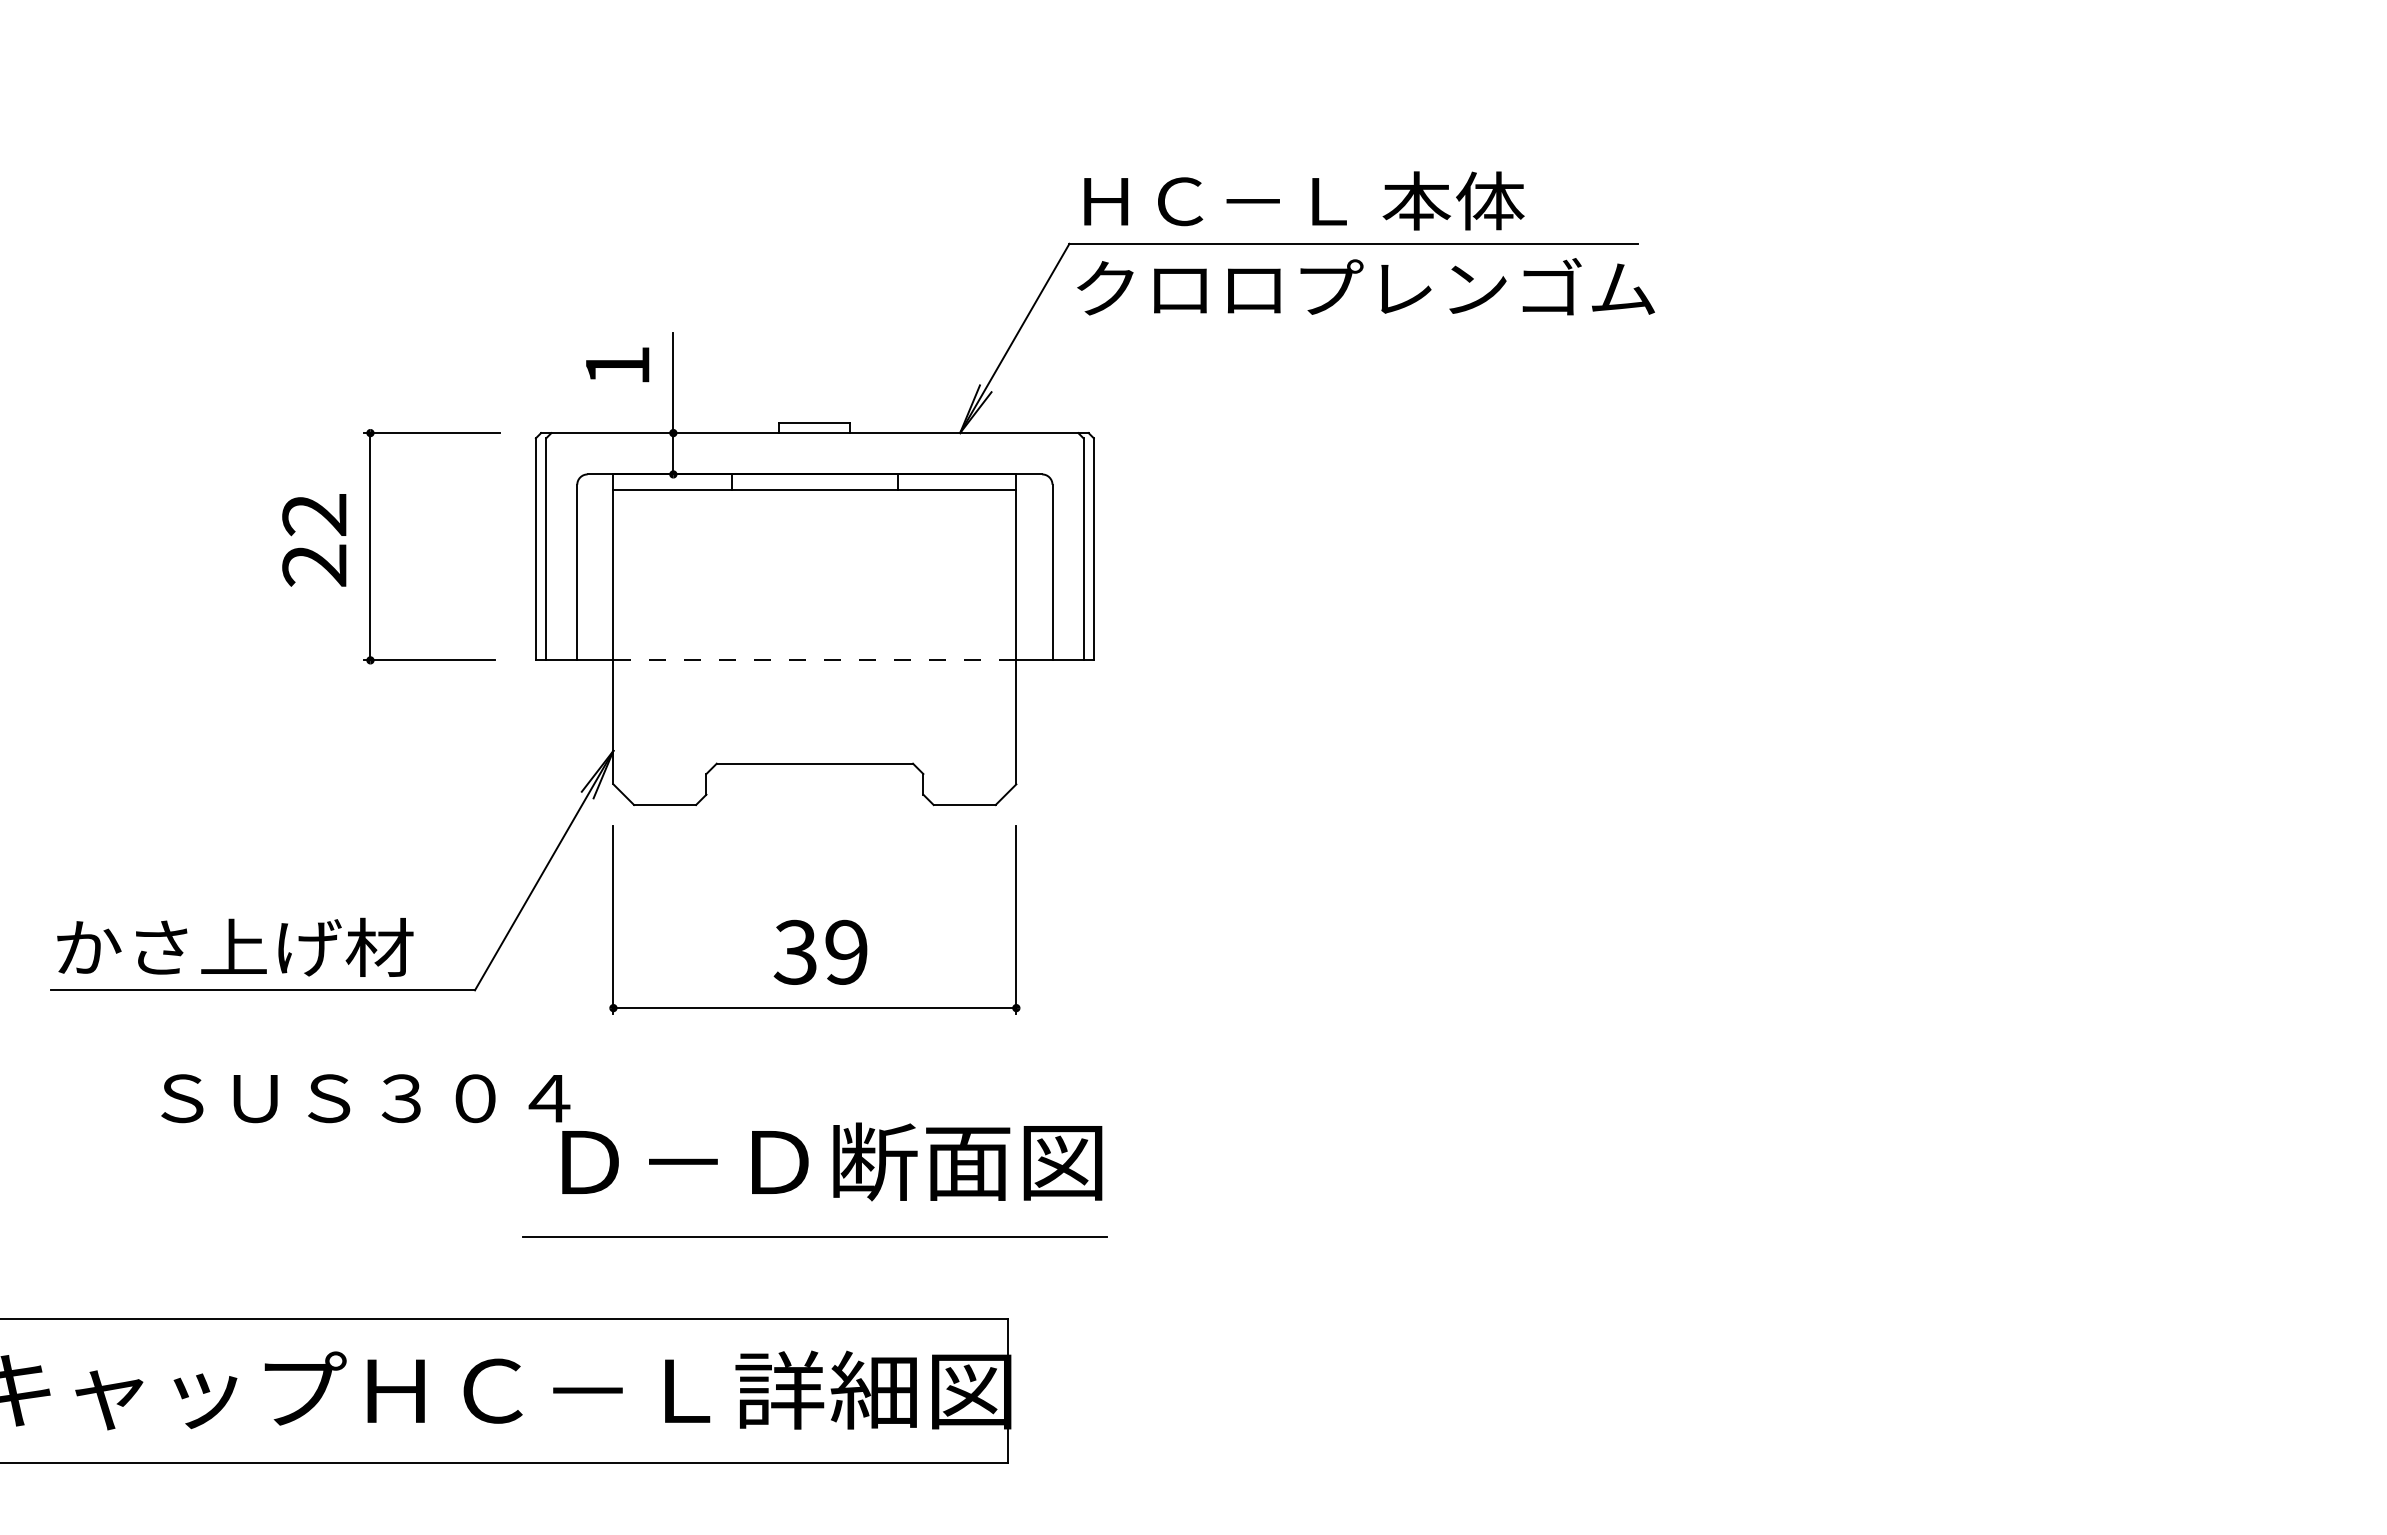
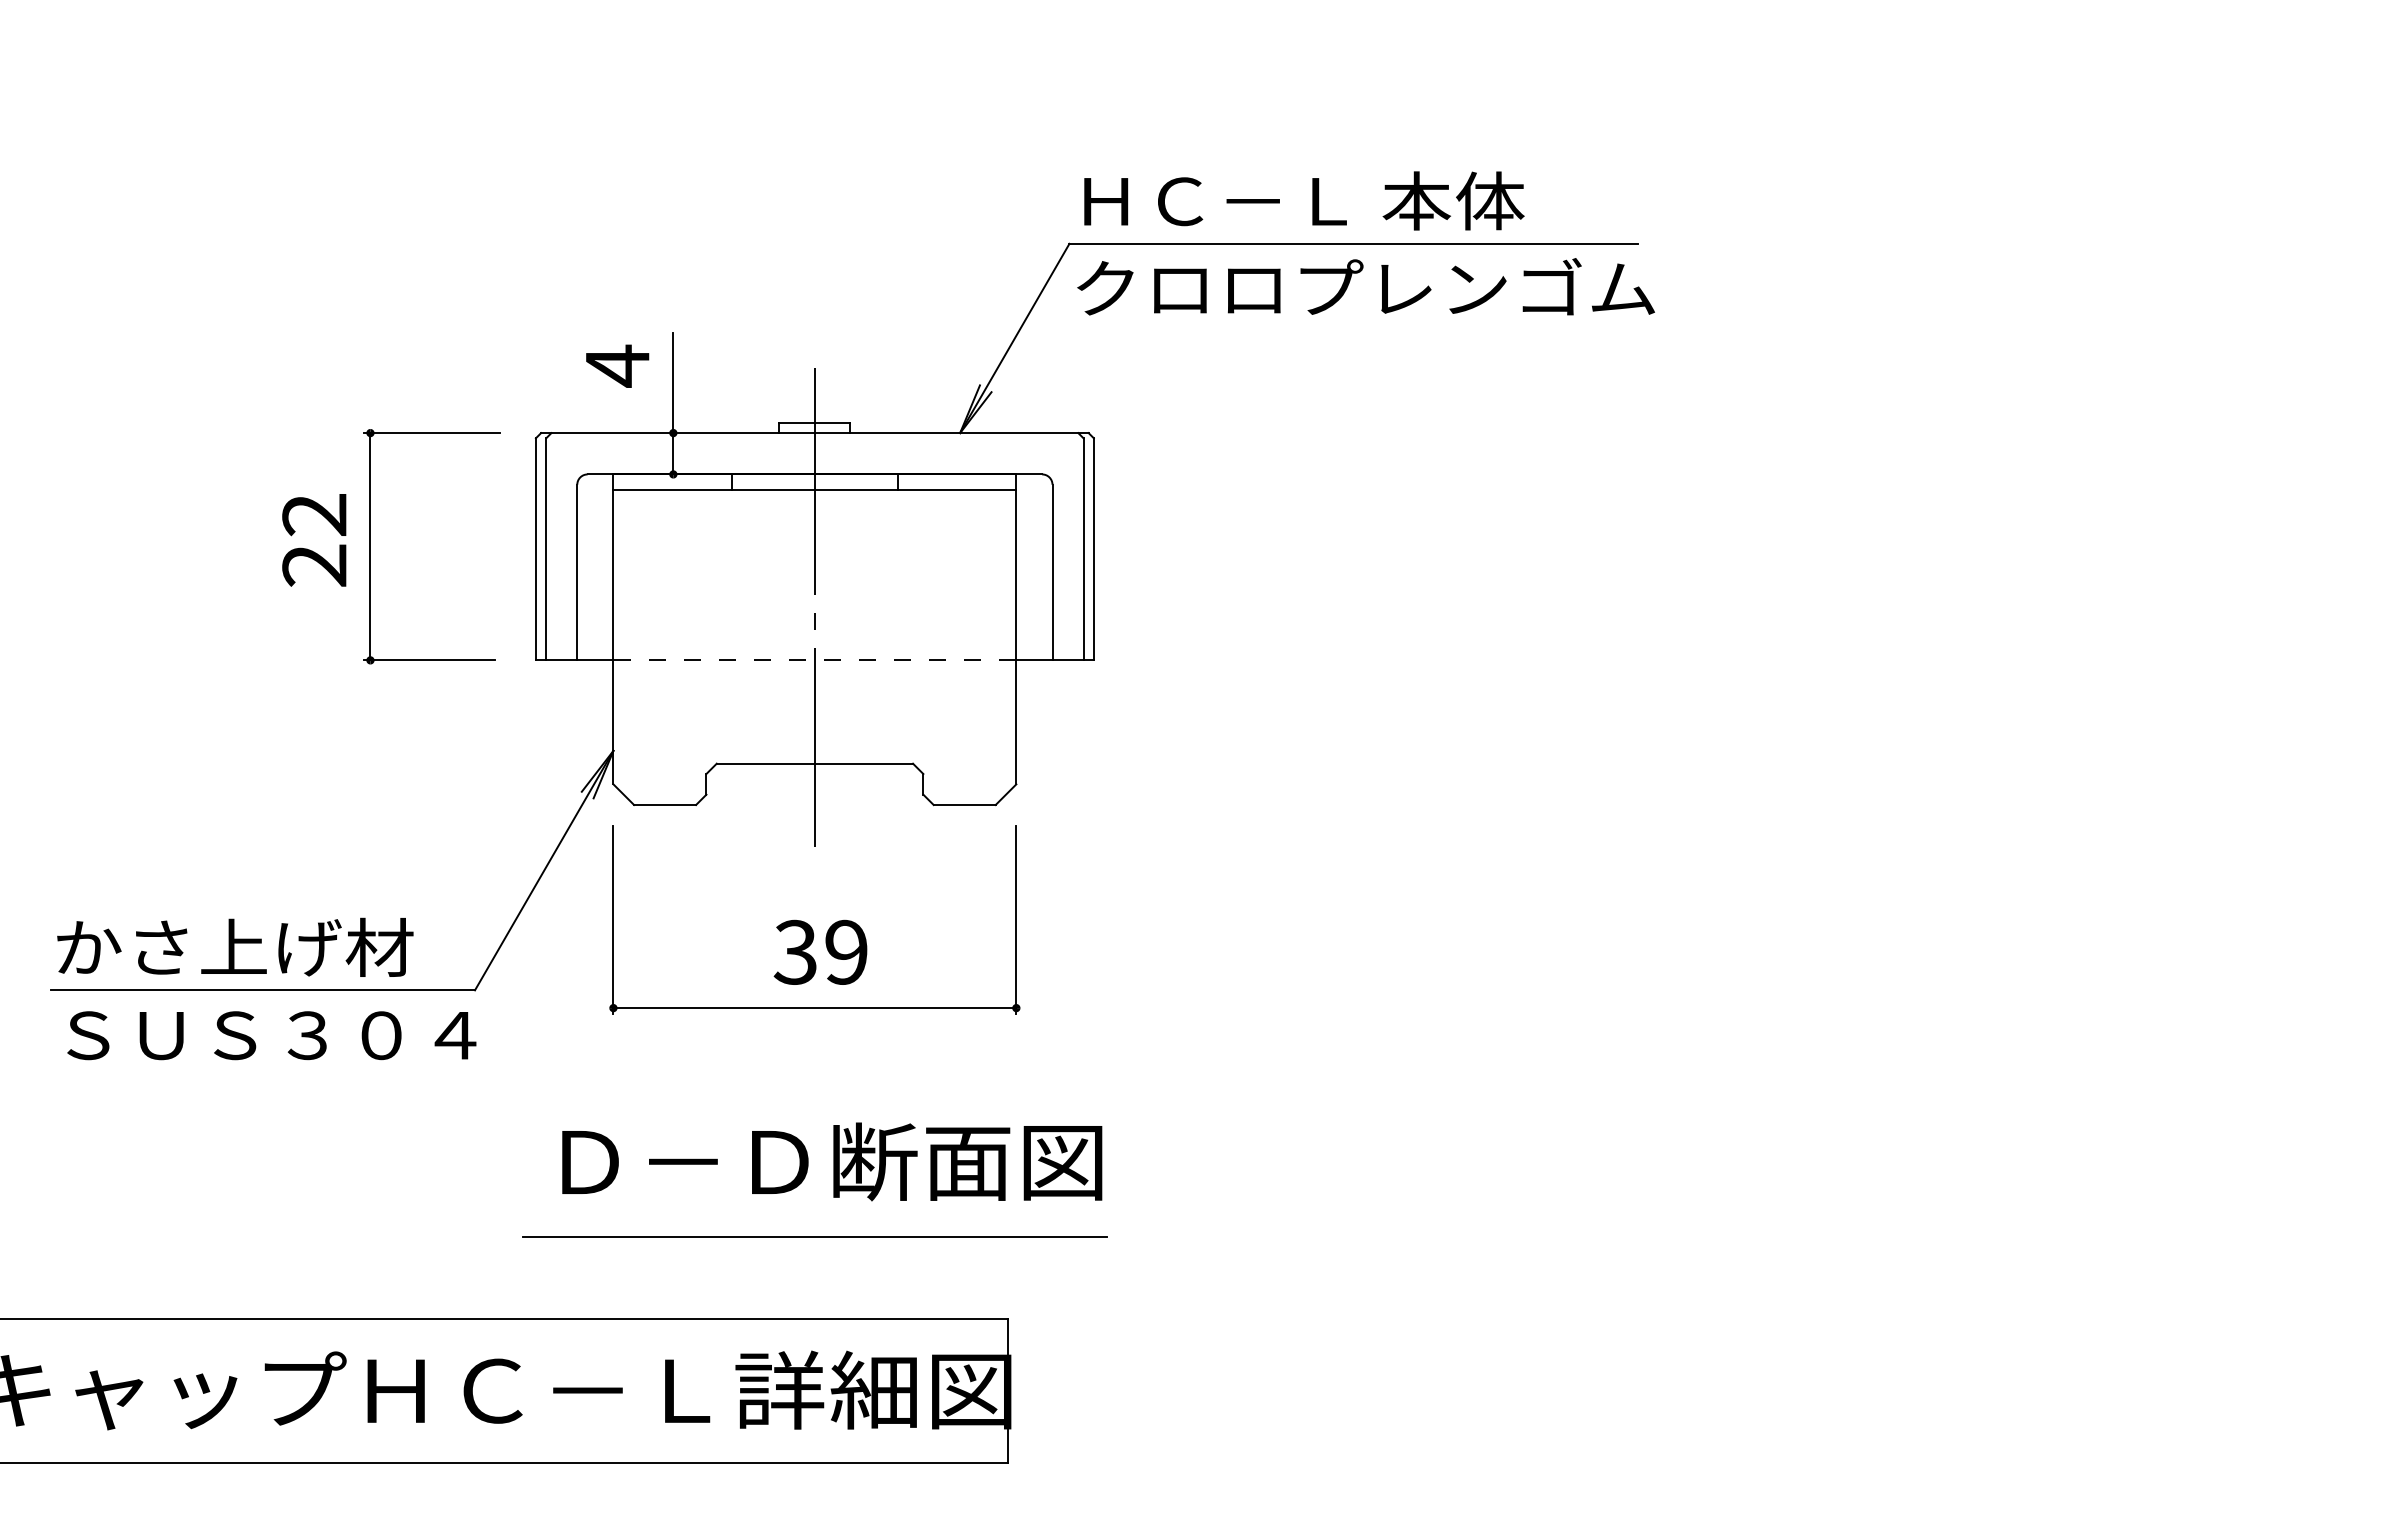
text at (617, 365): 1 -> 4
line at (814, 607): none -> present
text at (365, 1098) position: (365, 1098) -> (271, 1035)
